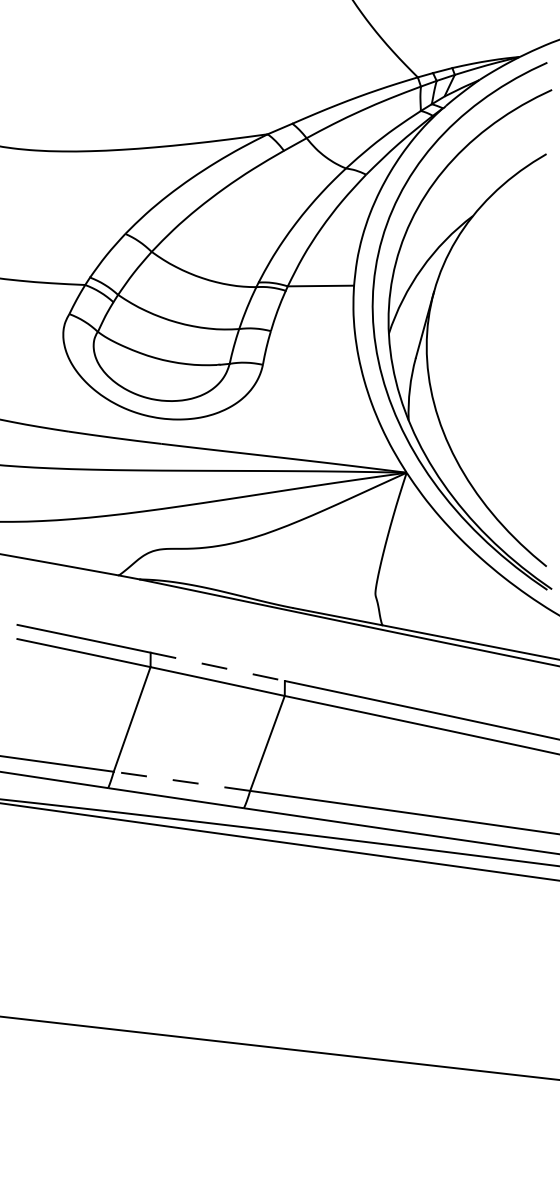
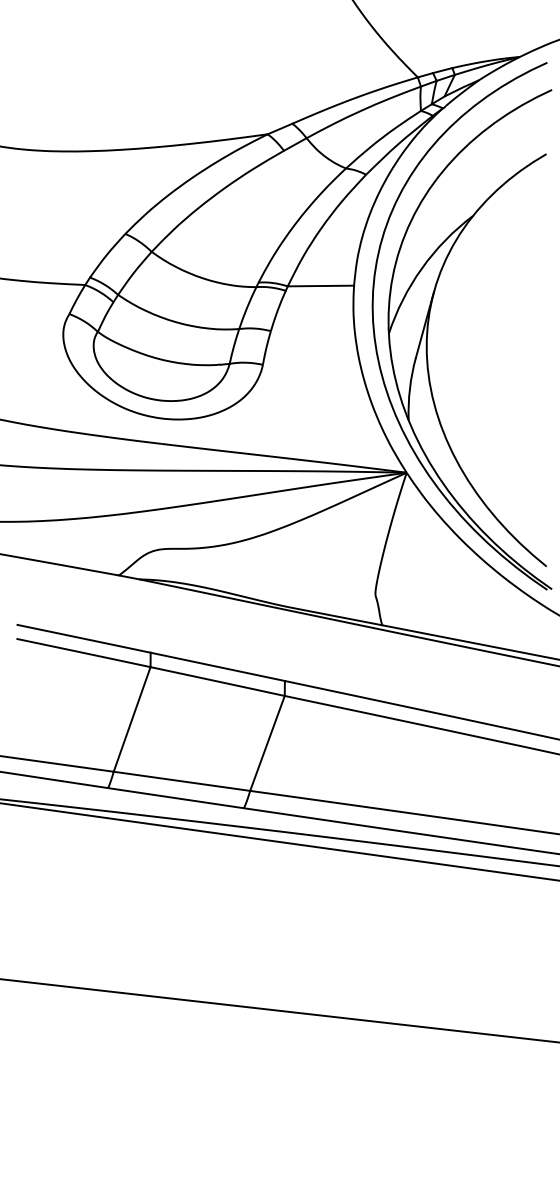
line at (217, 666): dashed -> solid
line at (181, 781): dashed -> solid
line at (279, 1047) position: (279, 1047) -> (279, 1010)
